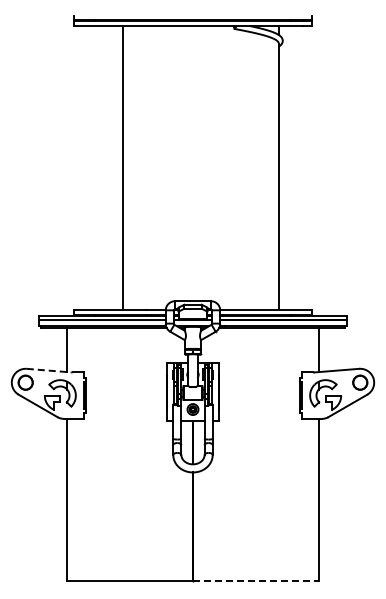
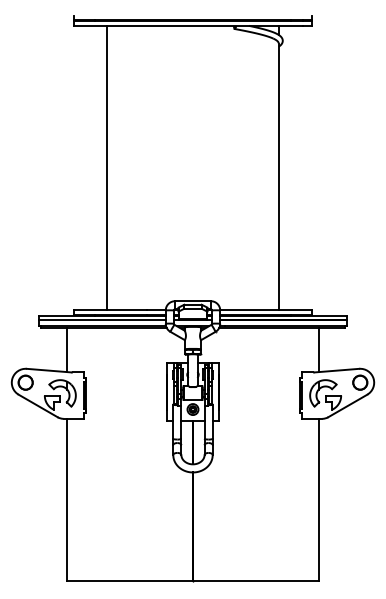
line at (123, 167) position: (123, 167) -> (107, 167)
line at (49, 370): dashed -> solid
line at (255, 581): dashed -> solid
